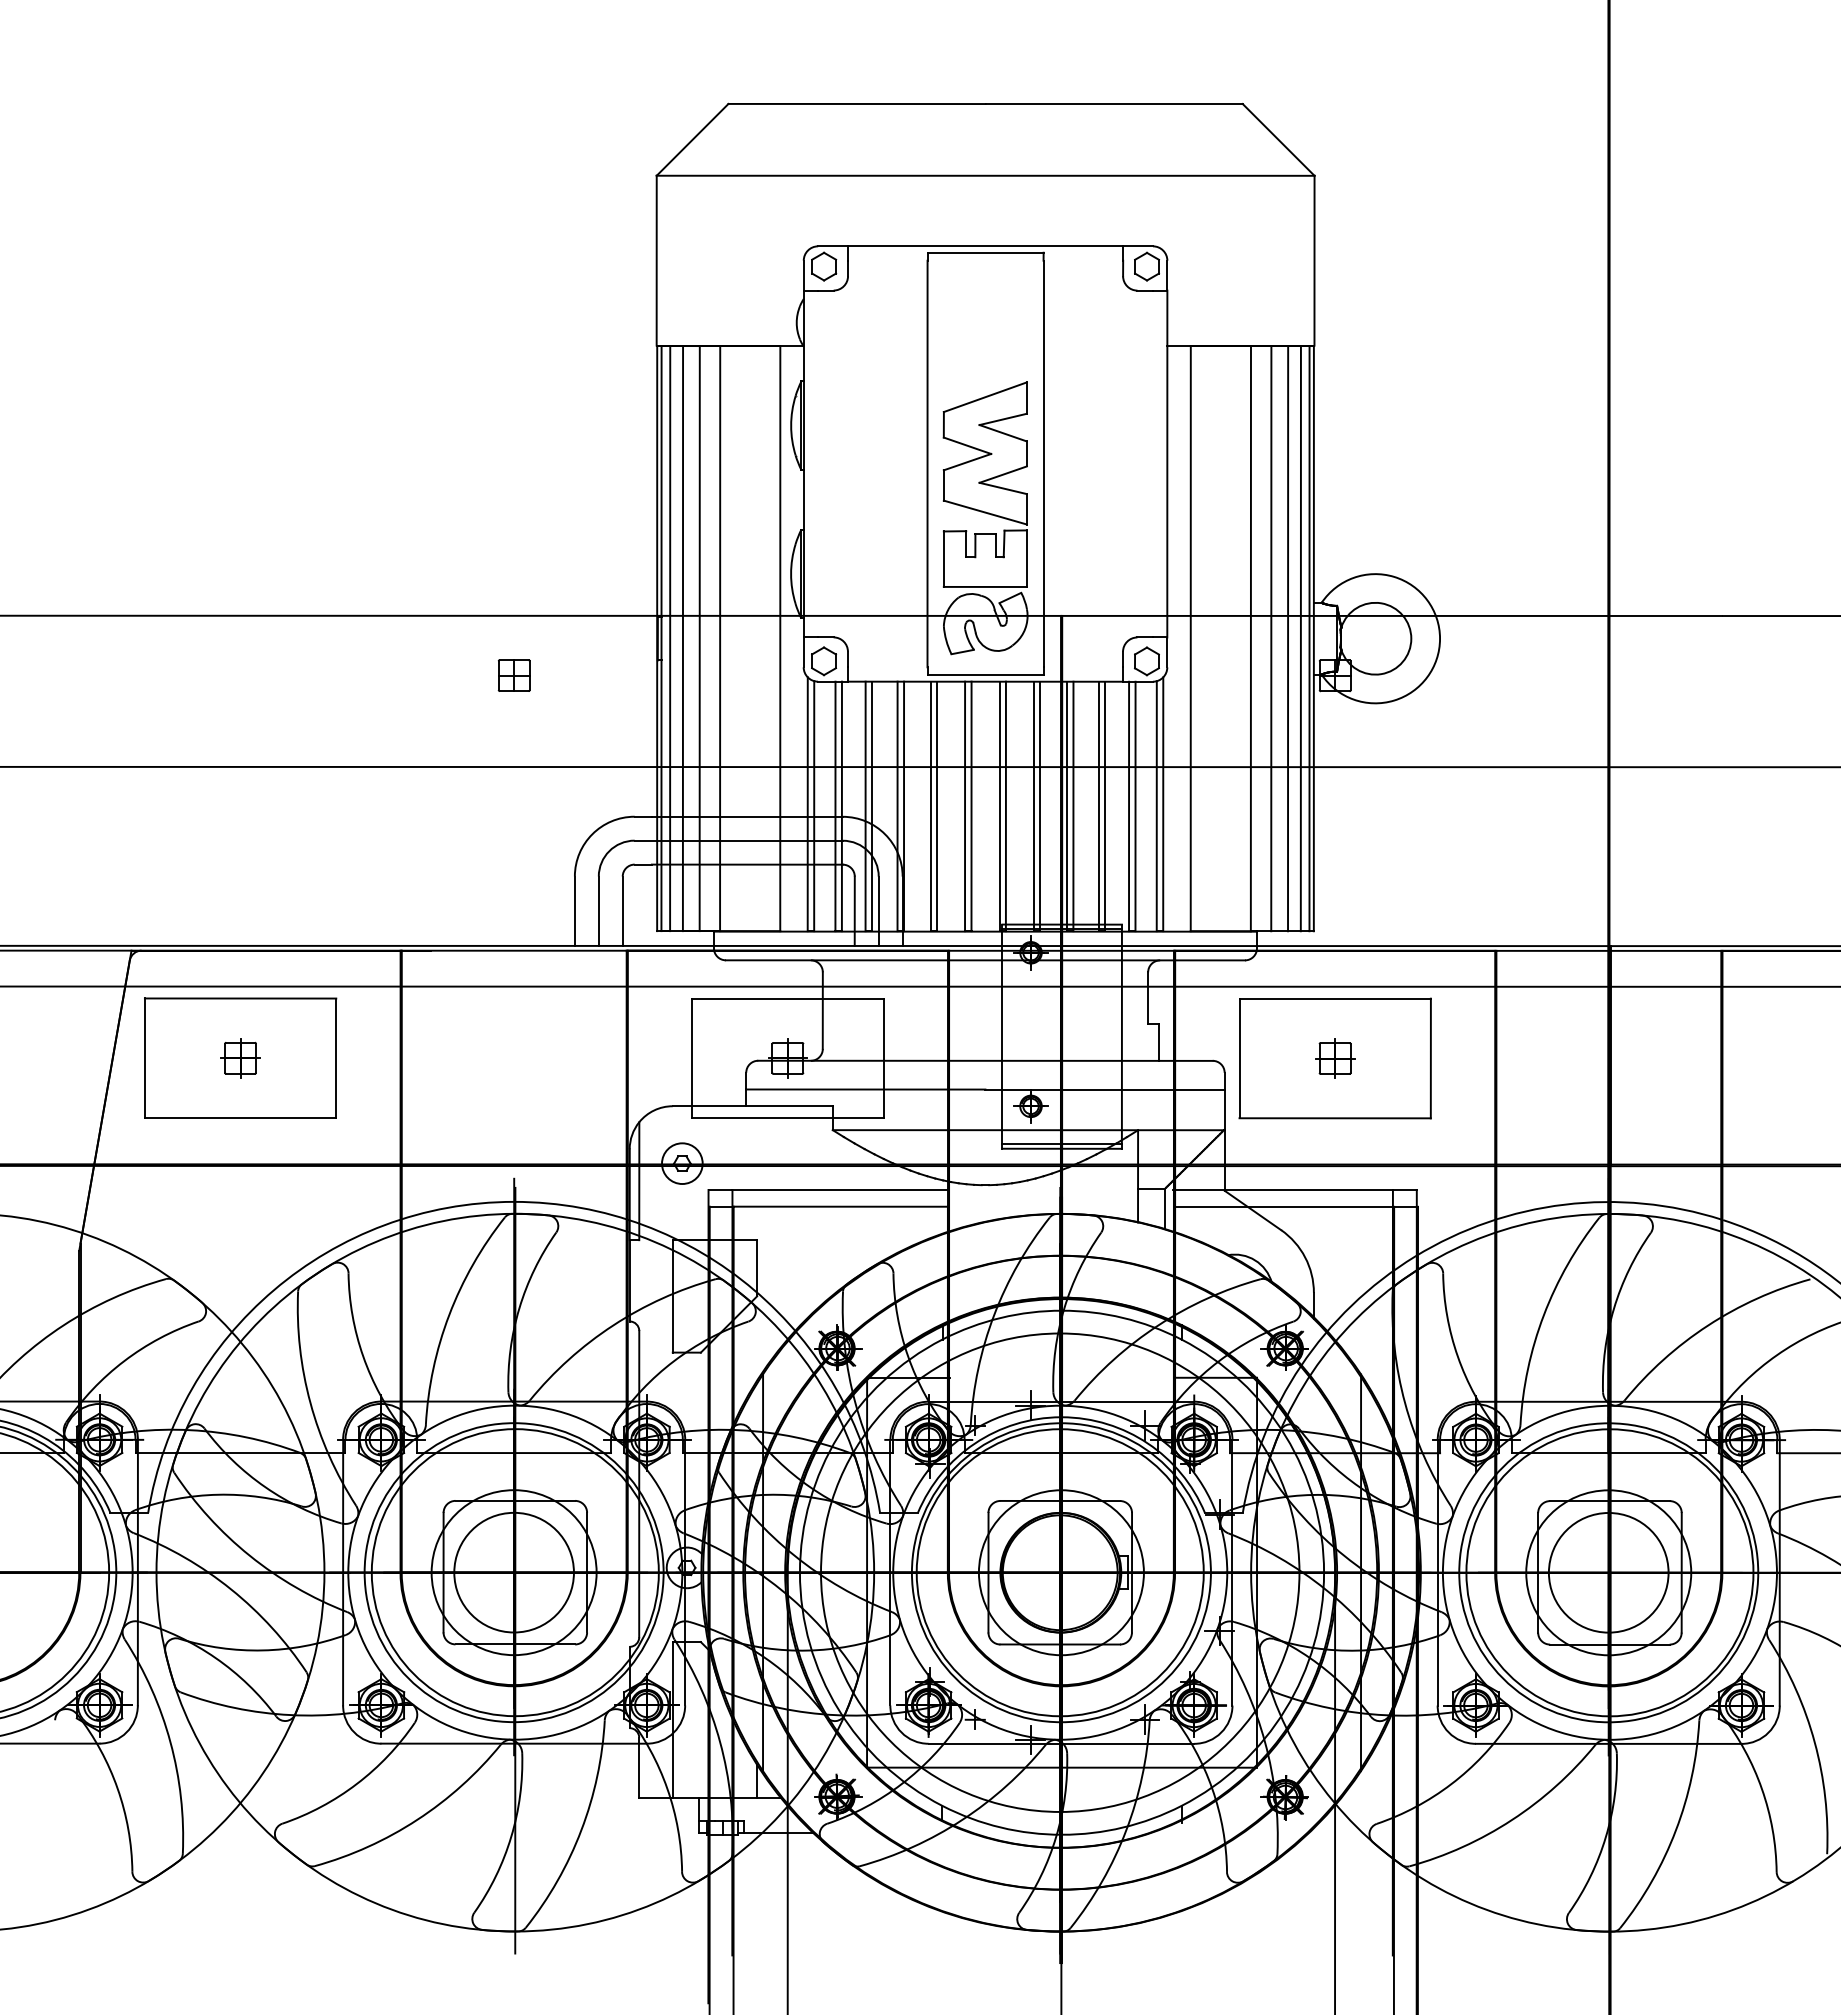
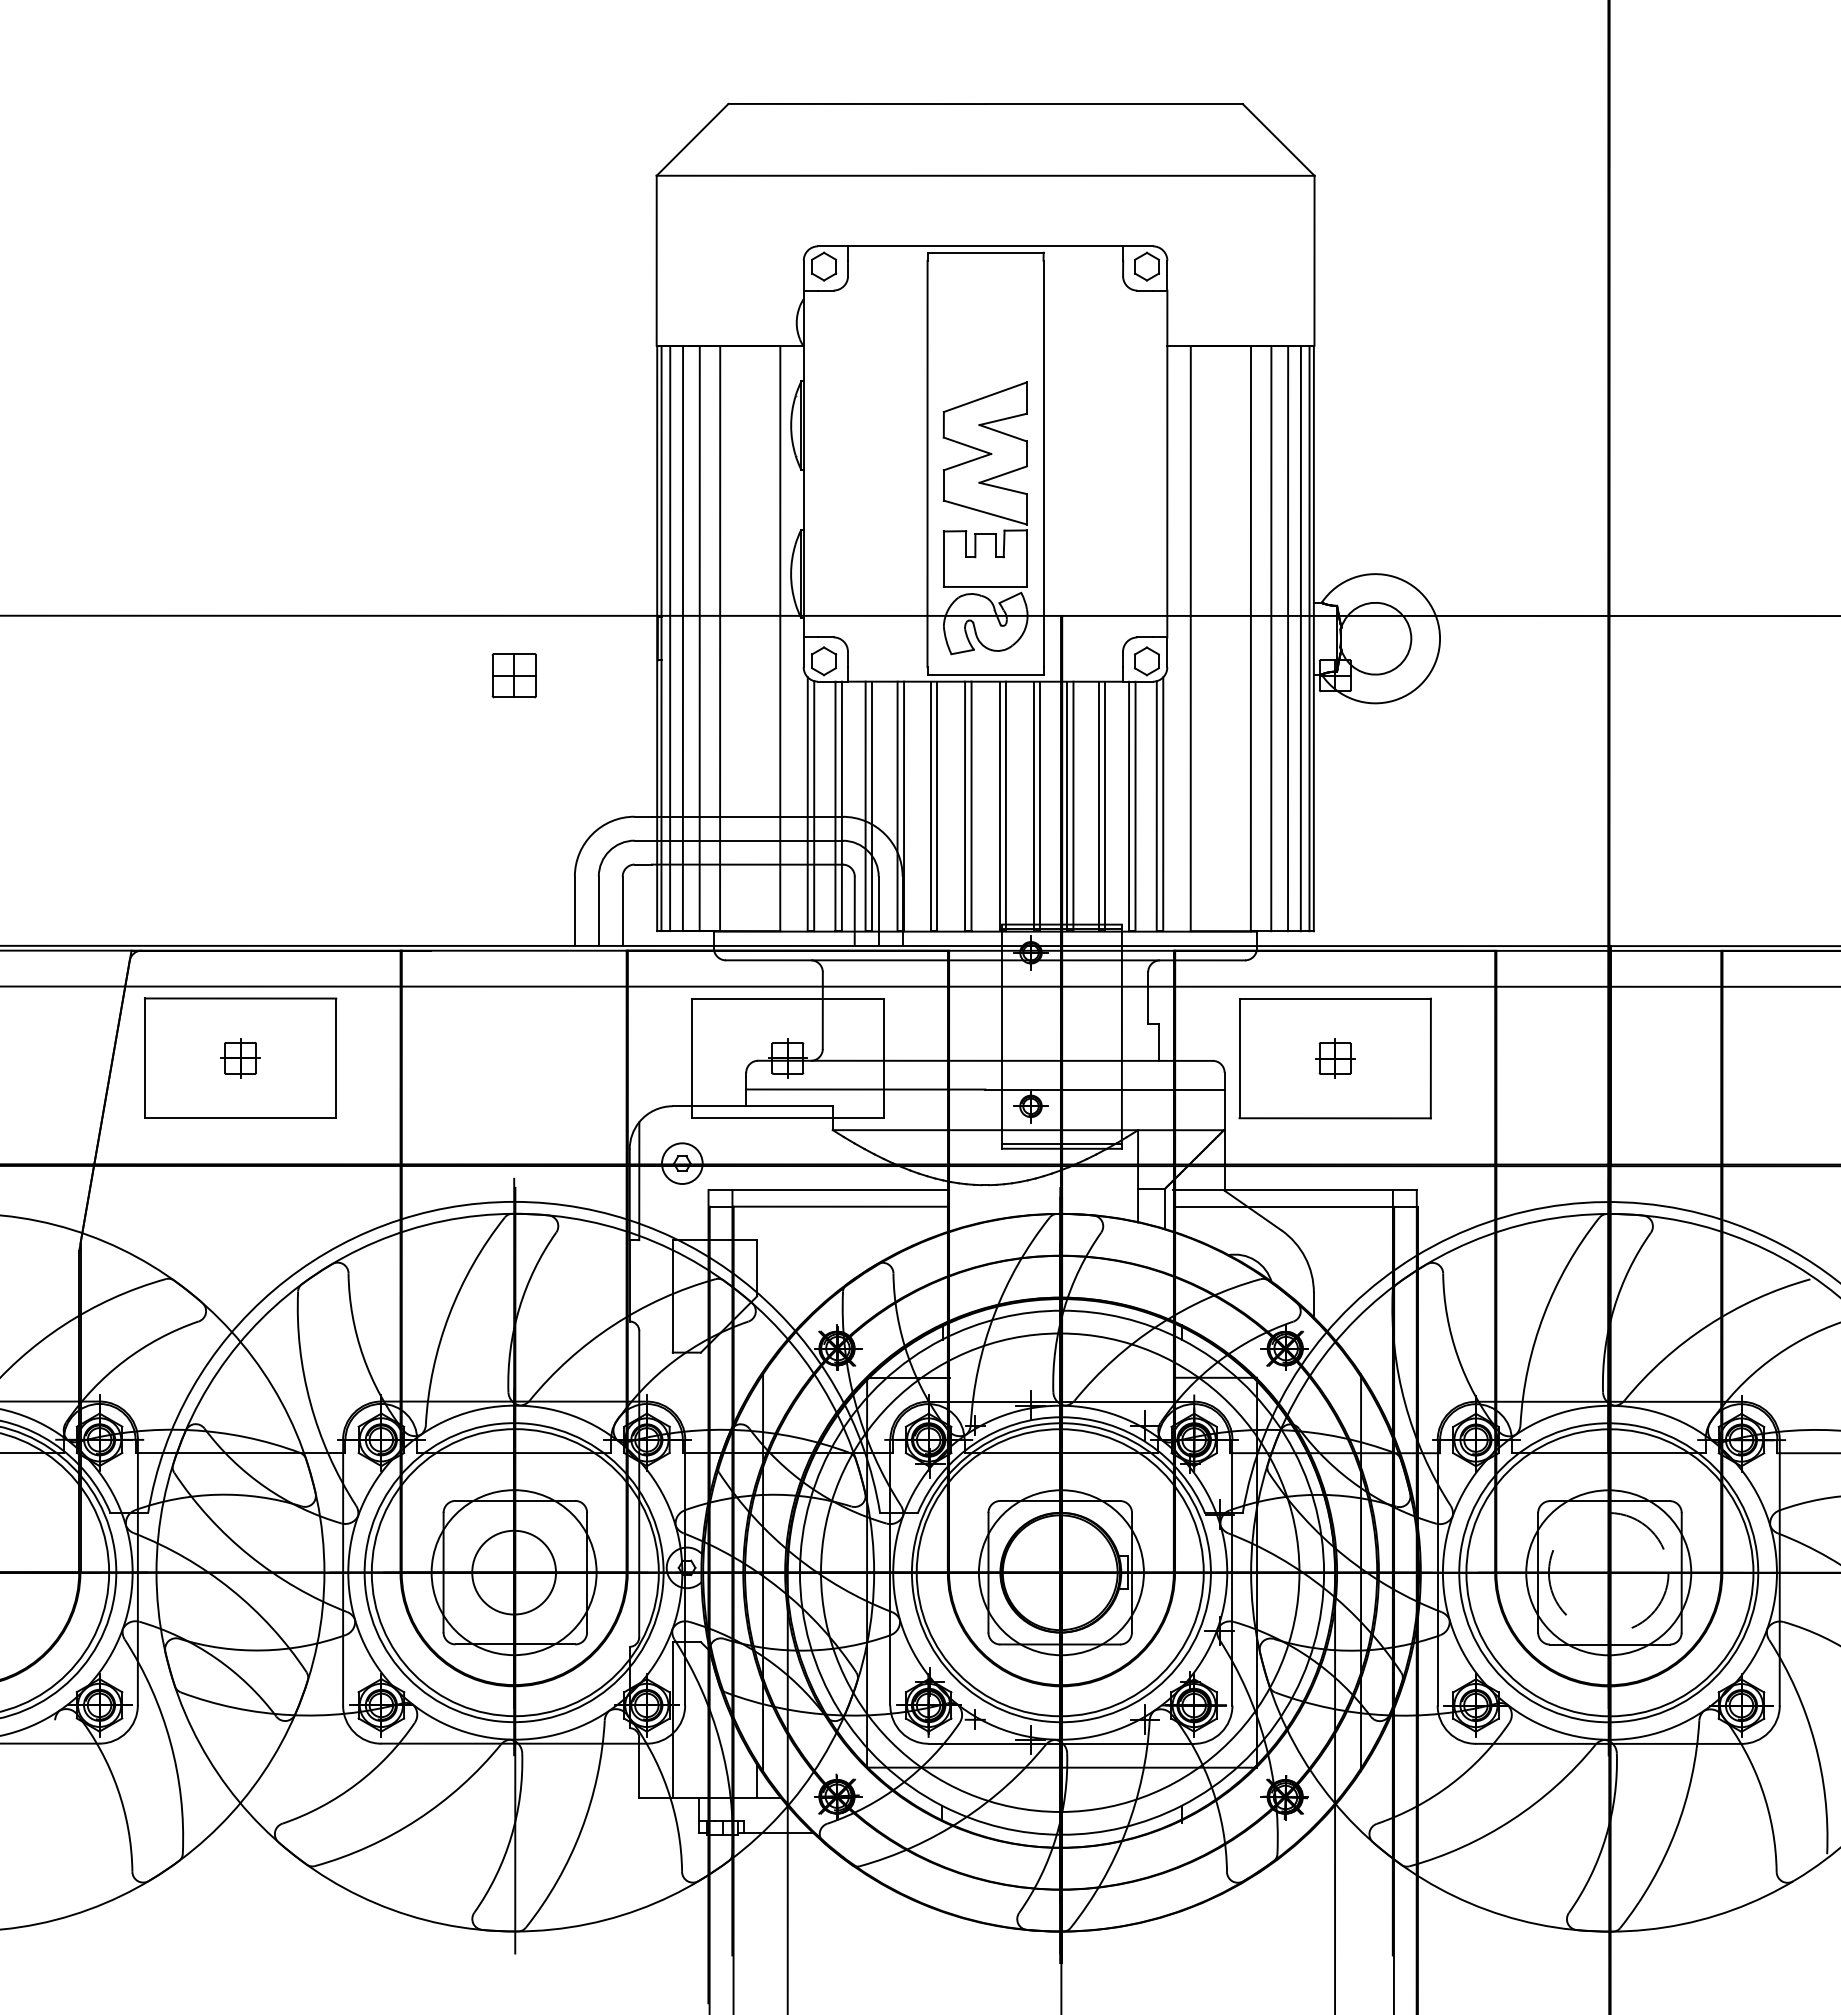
part at (513, 675) size: 34x33 px -> 46x46 px
line at (919, 766): present -> none
circle at (513, 1572) diameter: 120 px -> 84 px
circle at (1608, 1572): solid -> dashed
